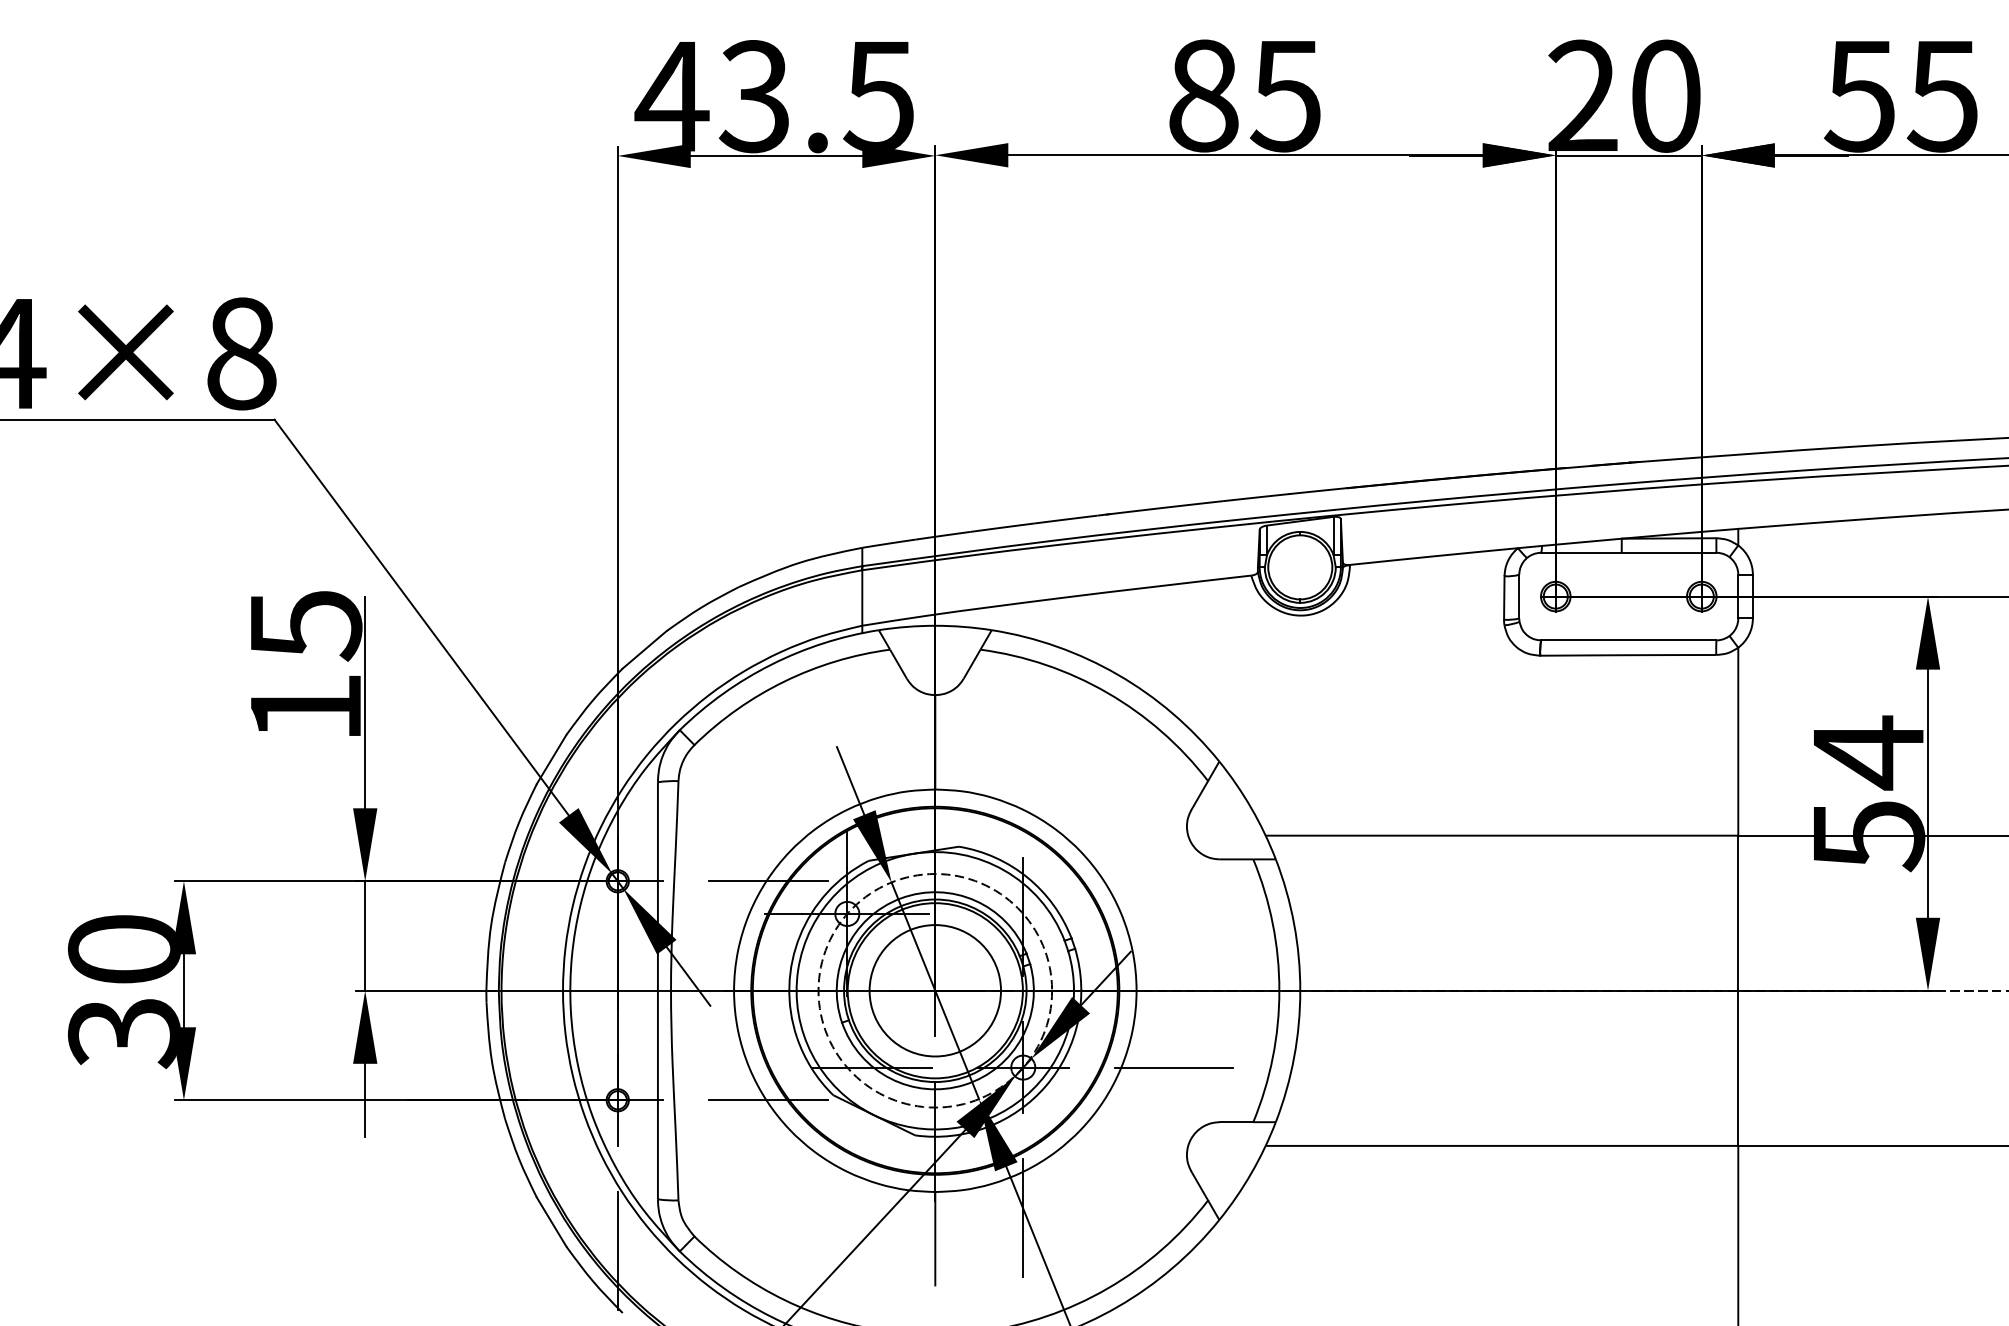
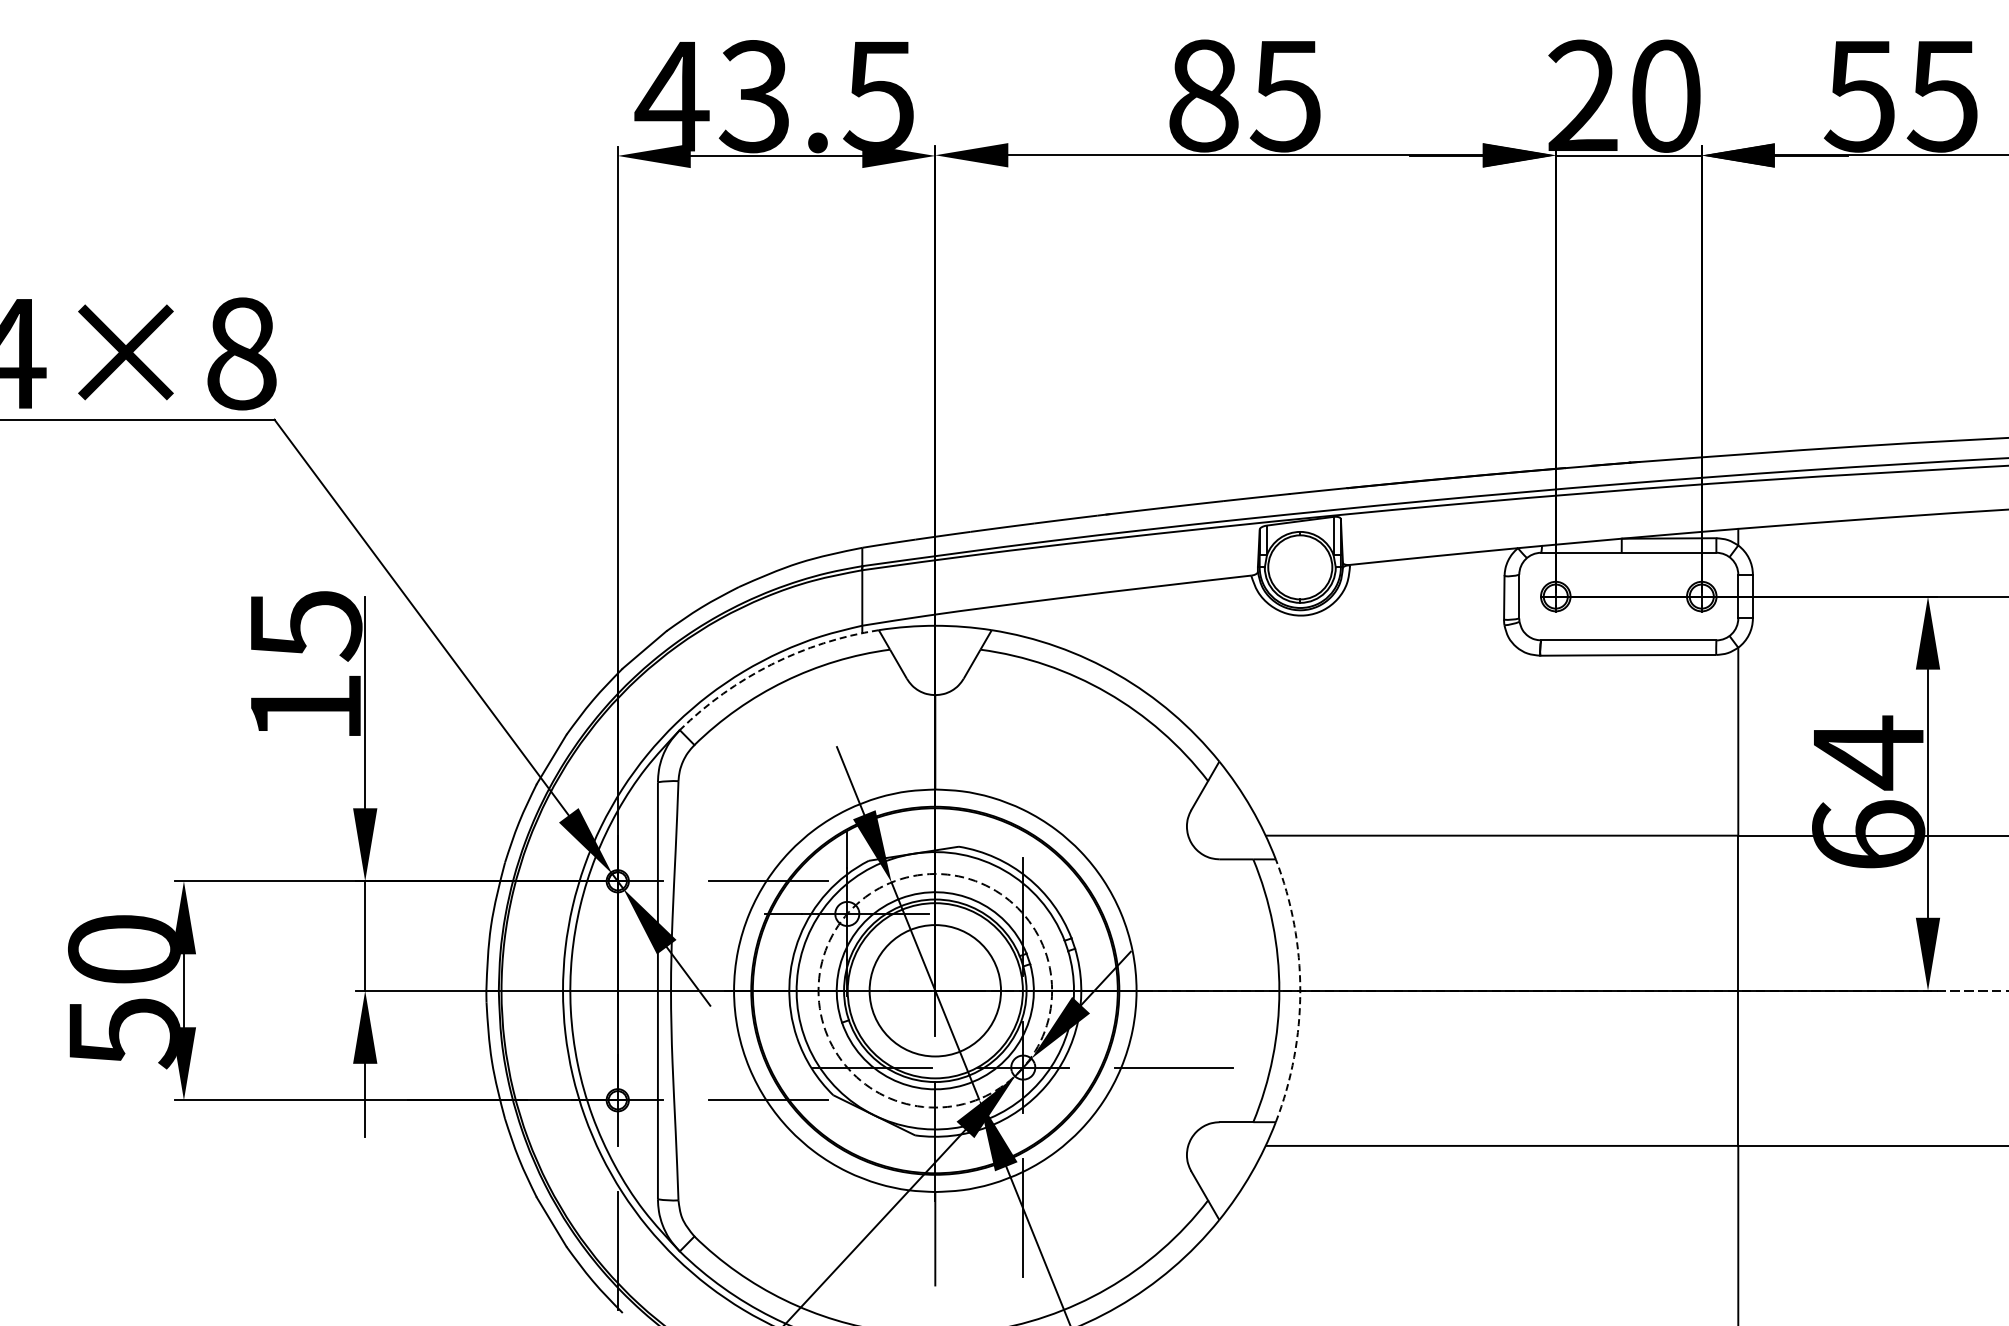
arc at (771, 664): solid -> dashed
text at (1868, 836): 54 -> 64
arc at (1300, 990): solid -> dashed
text at (124, 1033): 30 -> 50
